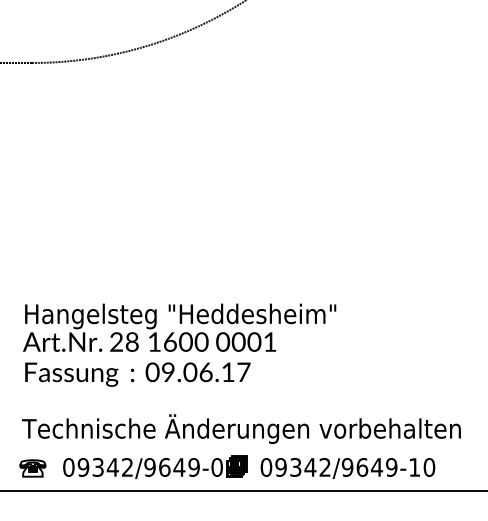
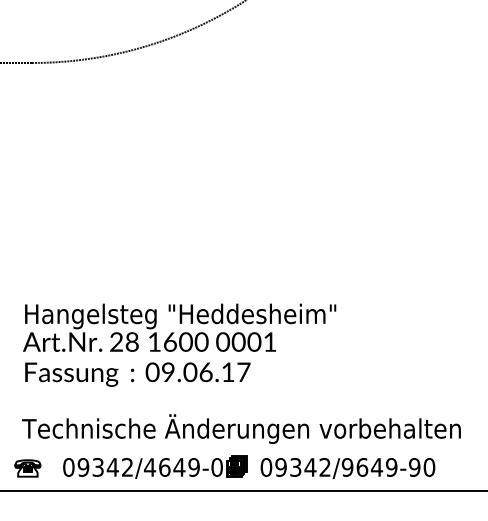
text at (150, 467): 09342/9649-0 -> 09342/4649-0
text at (414, 467): 09342/9649-10 -> 09342/9649-90
part at (32, 468) position: (32, 468) -> (27, 468)
